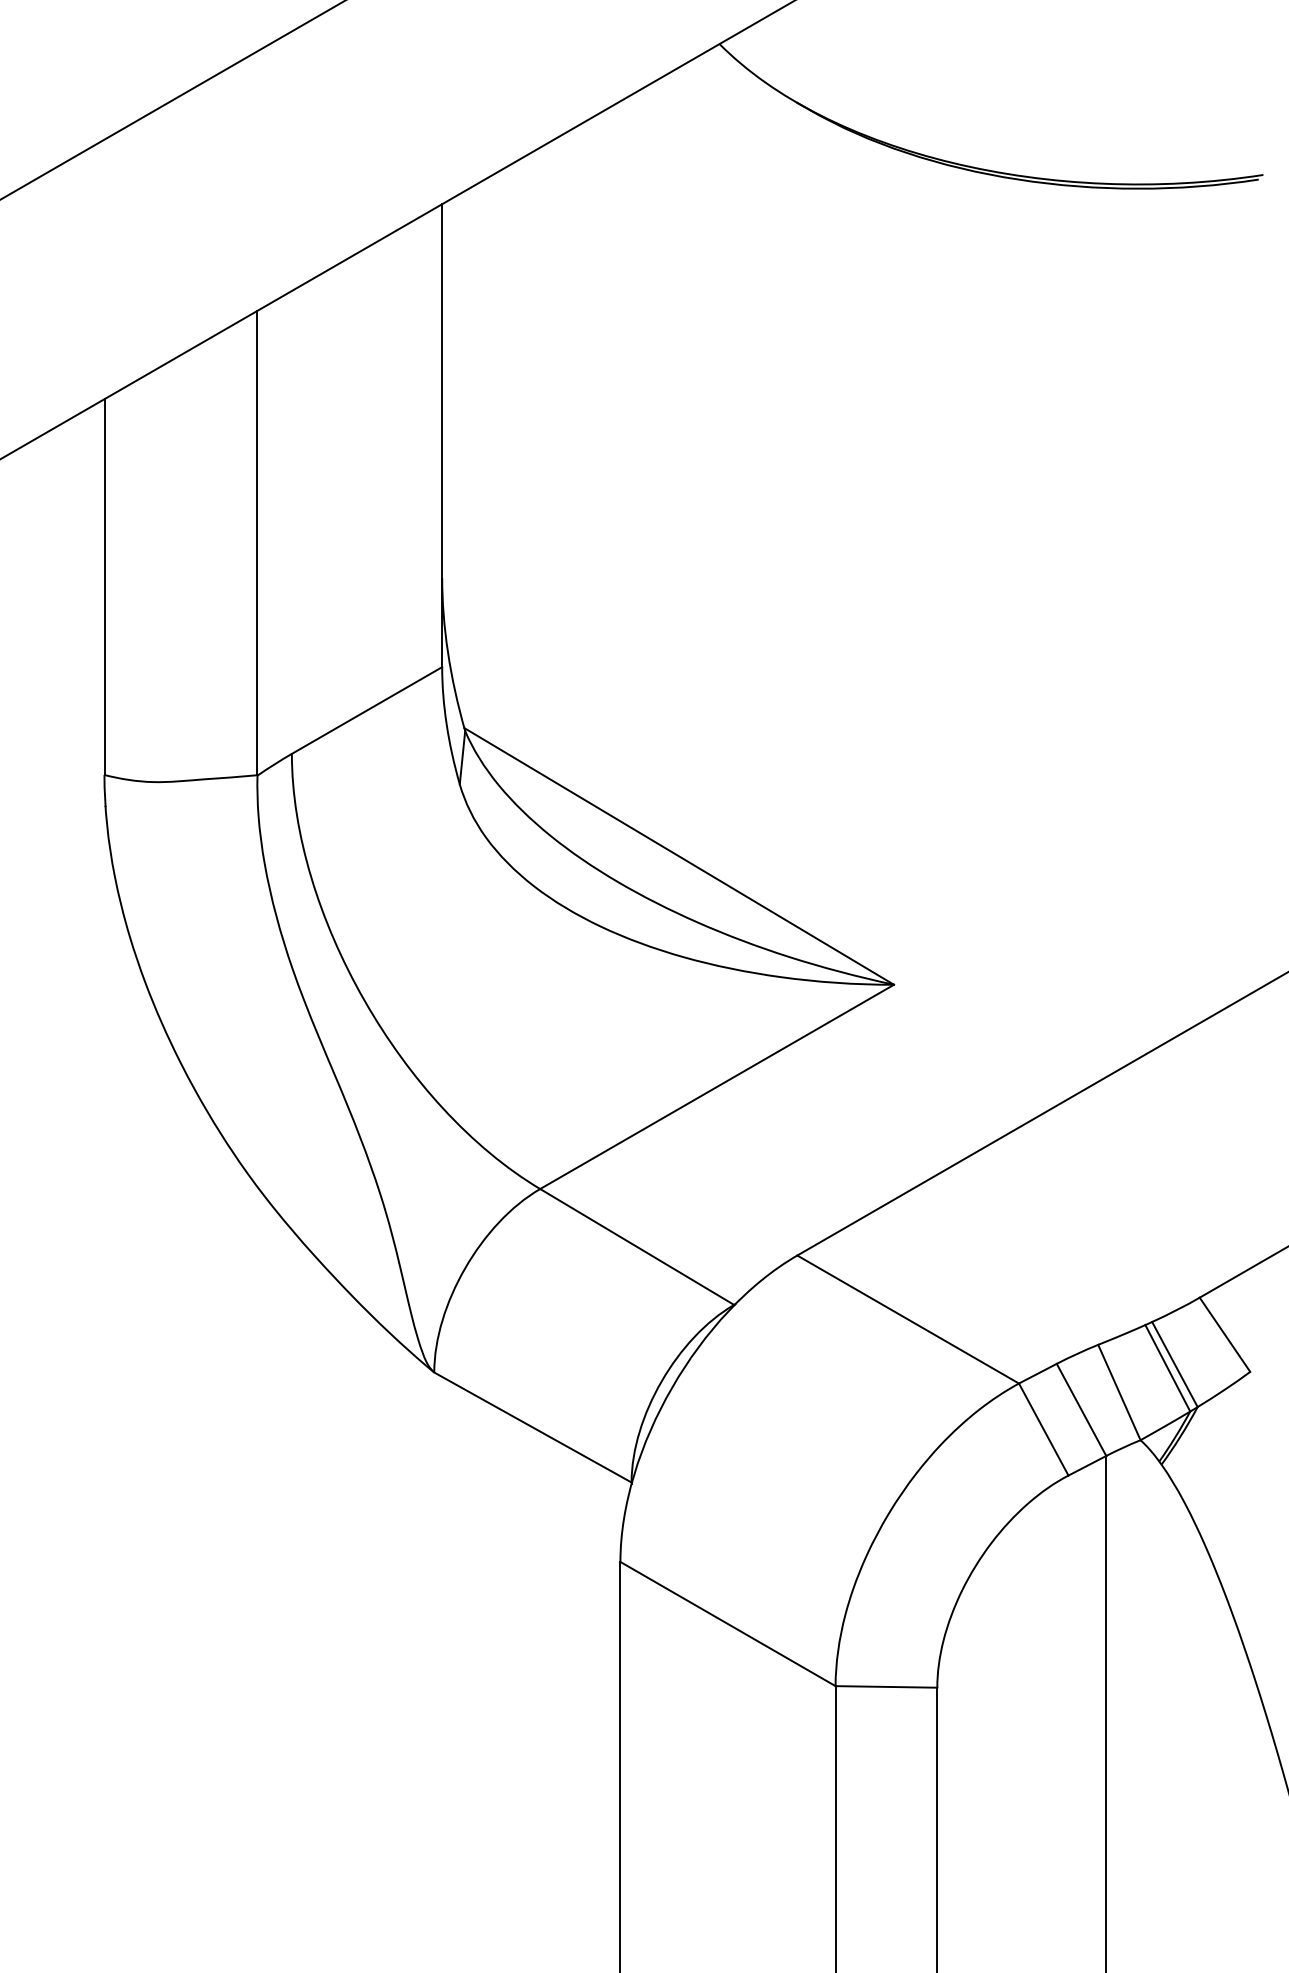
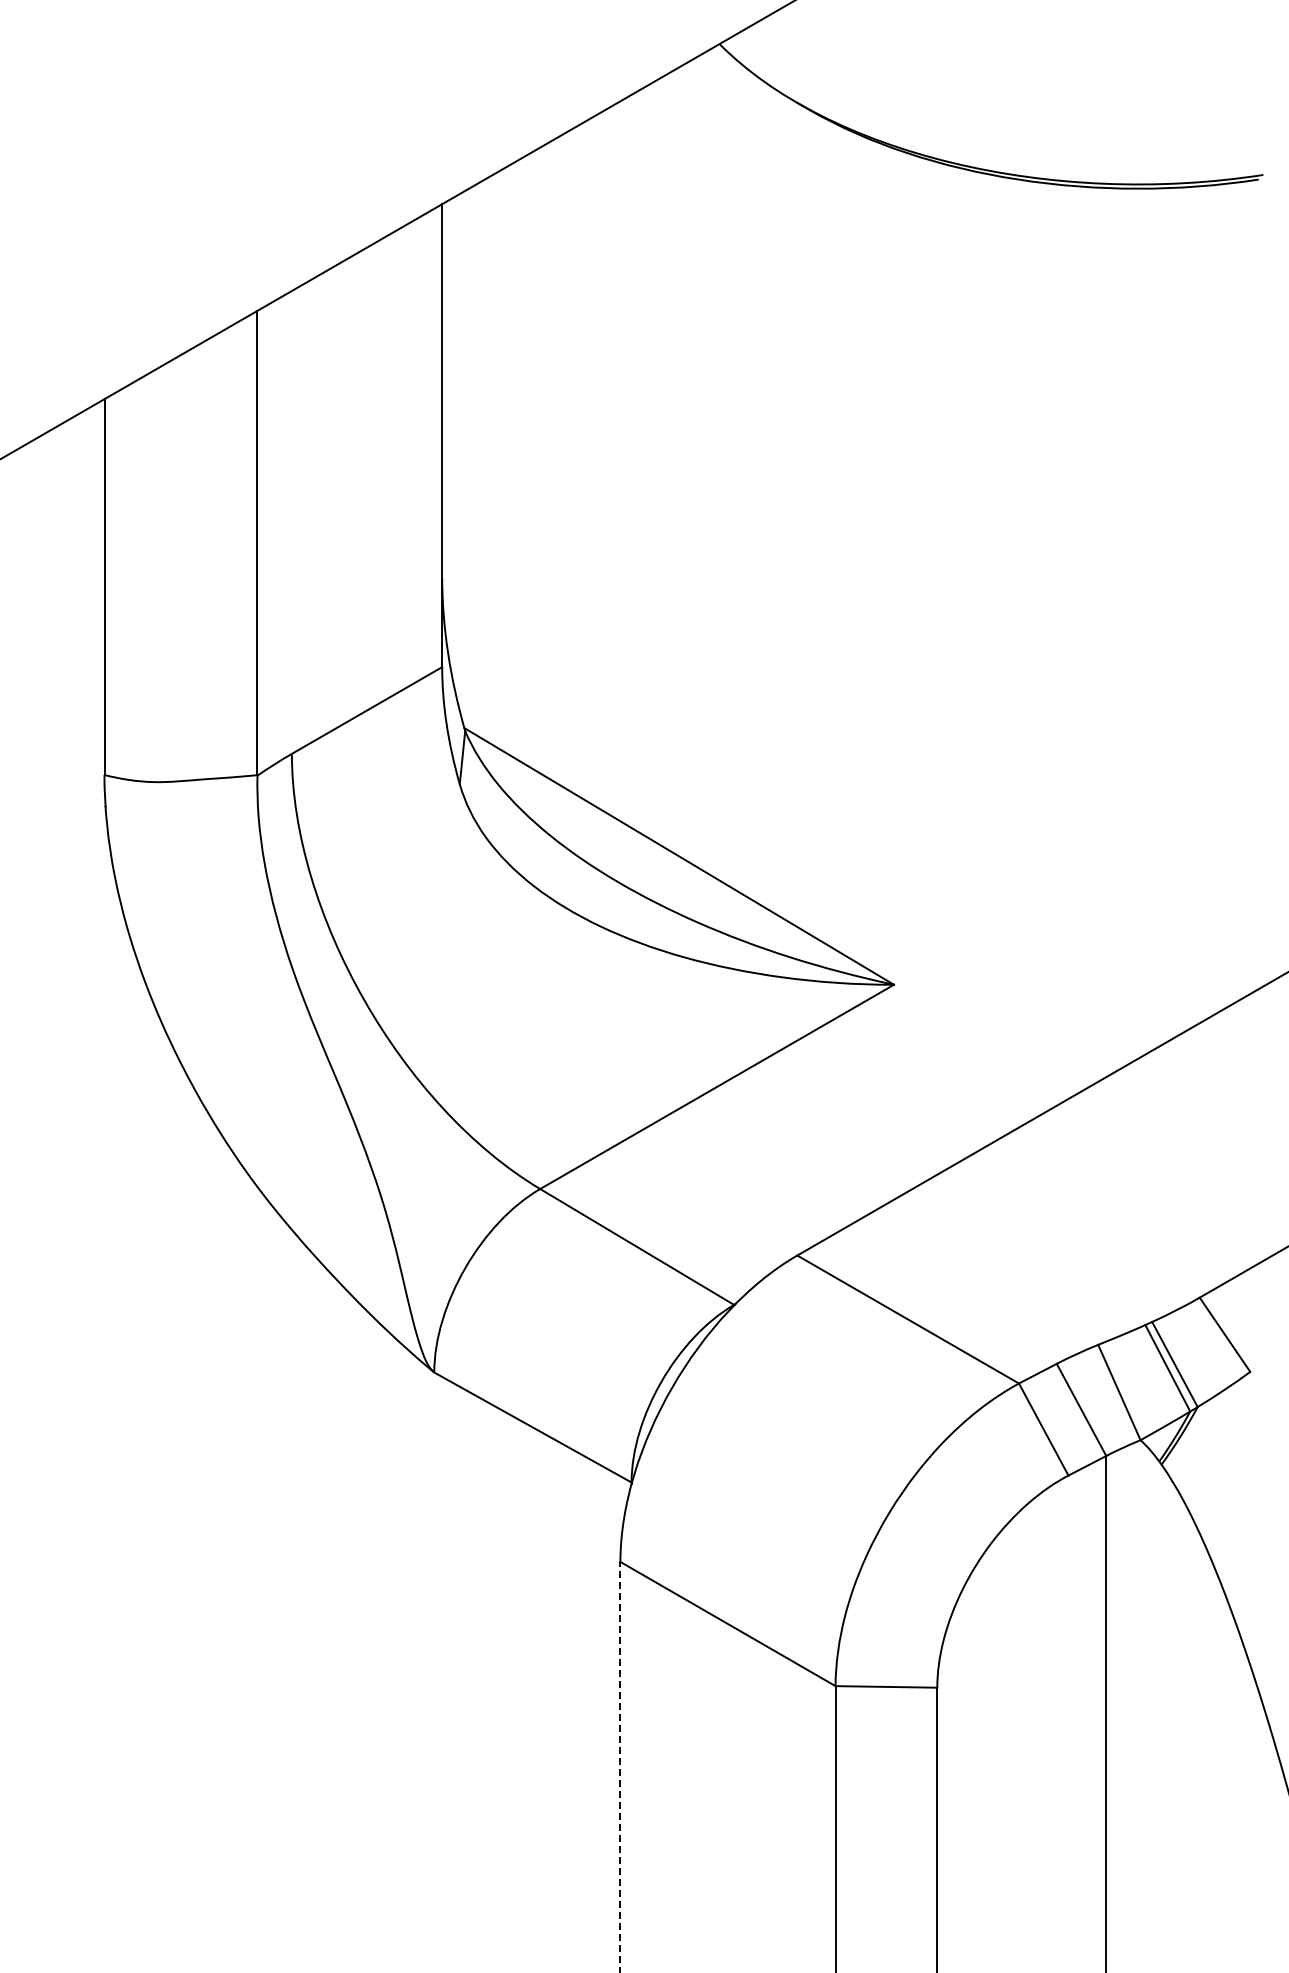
line at (172, 100): present -> none
line at (620, 1766): solid -> dashed
